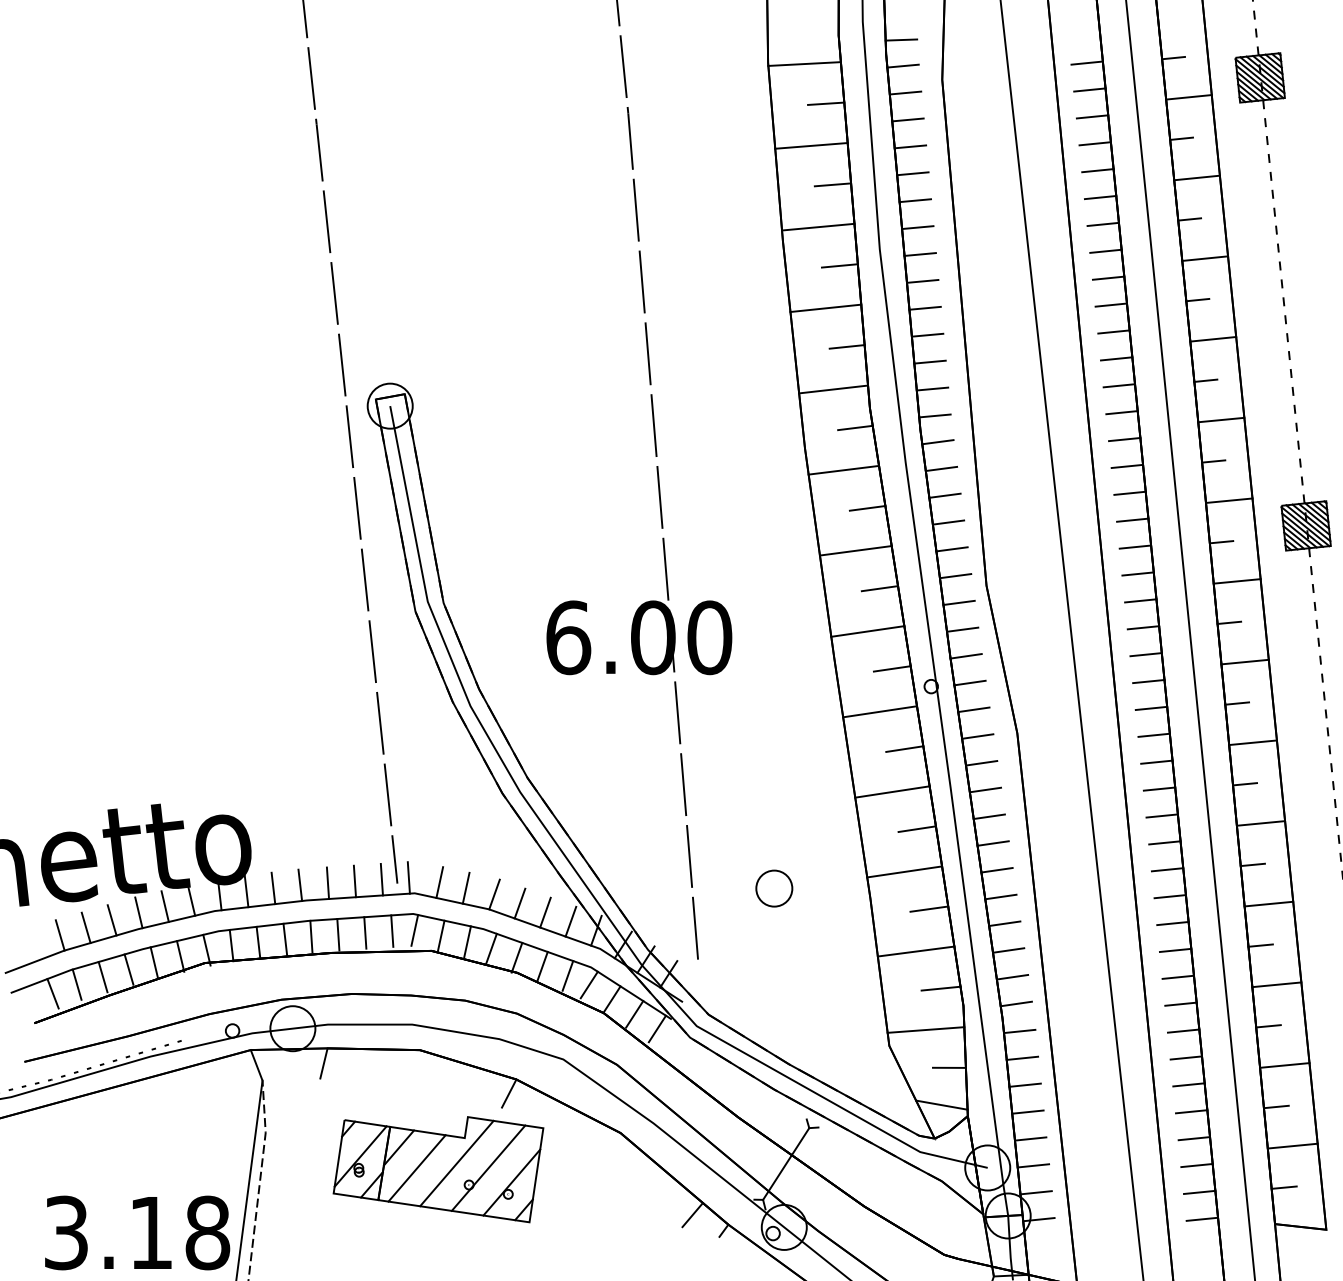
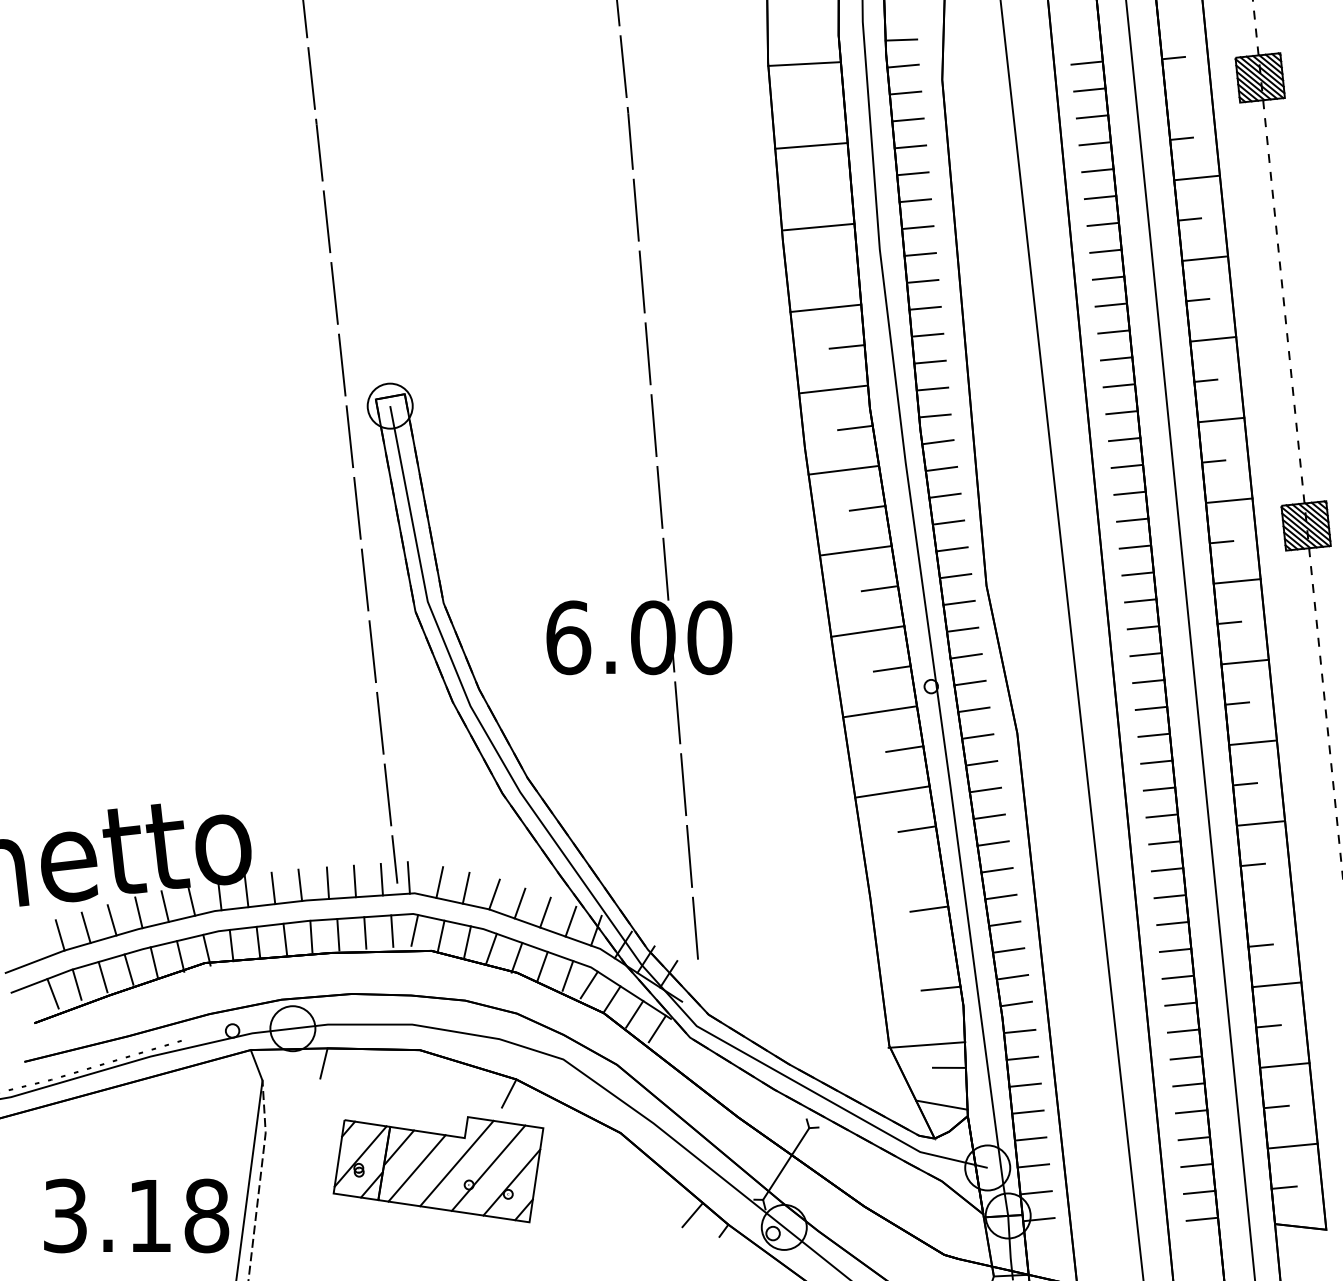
line at (1188, 97): present -> none
line at (826, 103): present -> none
line at (832, 184): present -> none
line at (839, 265): present -> none
line at (904, 871): present -> none
part at (774, 888): present -> none
line at (1268, 903): present -> none
line at (915, 951): present -> none
line at (925, 1029) position: (925, 1029) -> (926, 1044)
text at (137, 1232) position: (137, 1232) -> (136, 1215)
